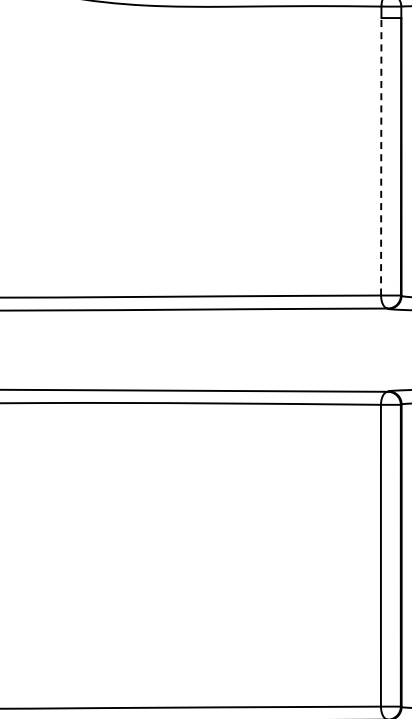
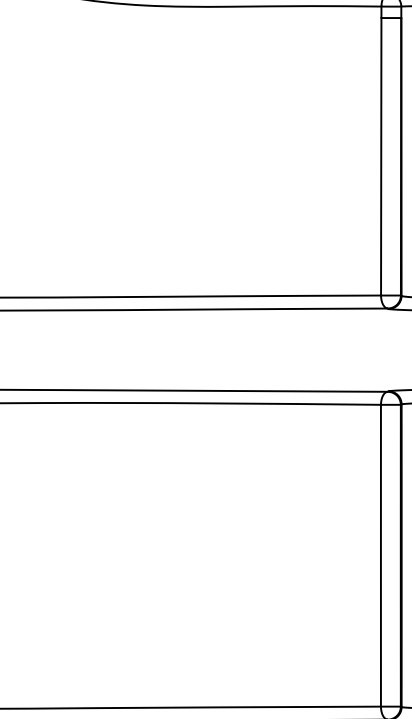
line at (381, 156): dashed -> solid
